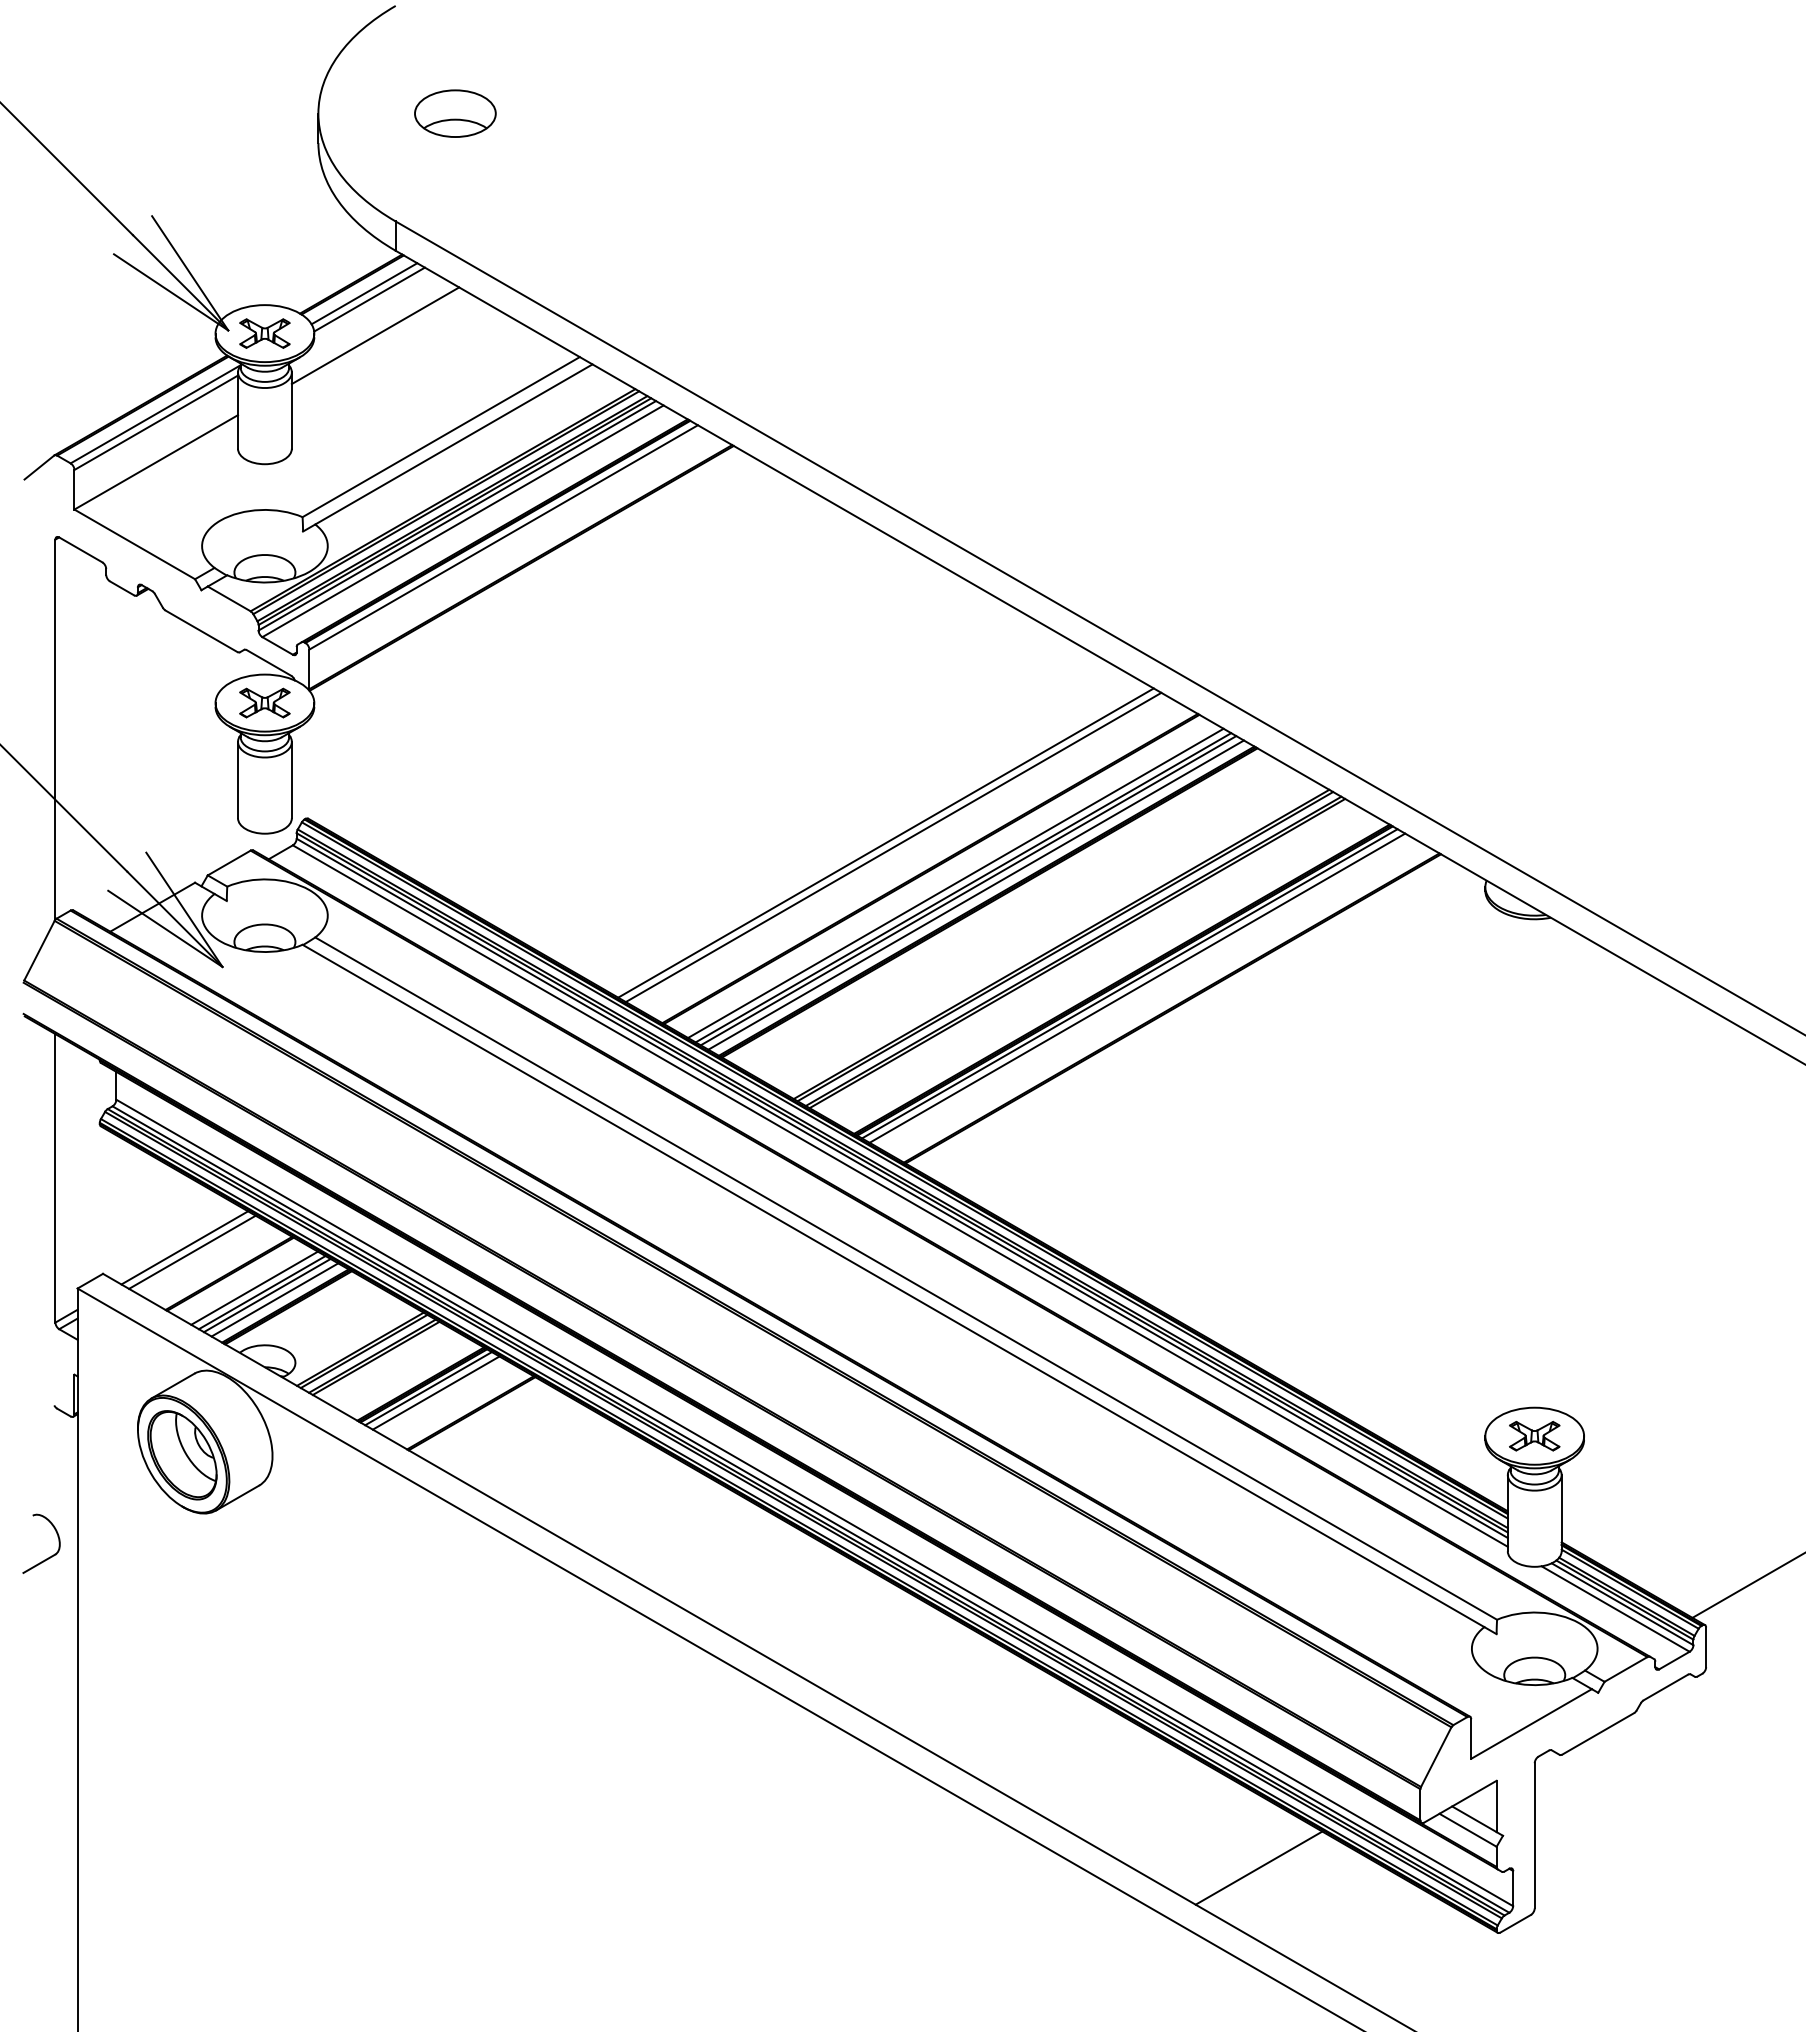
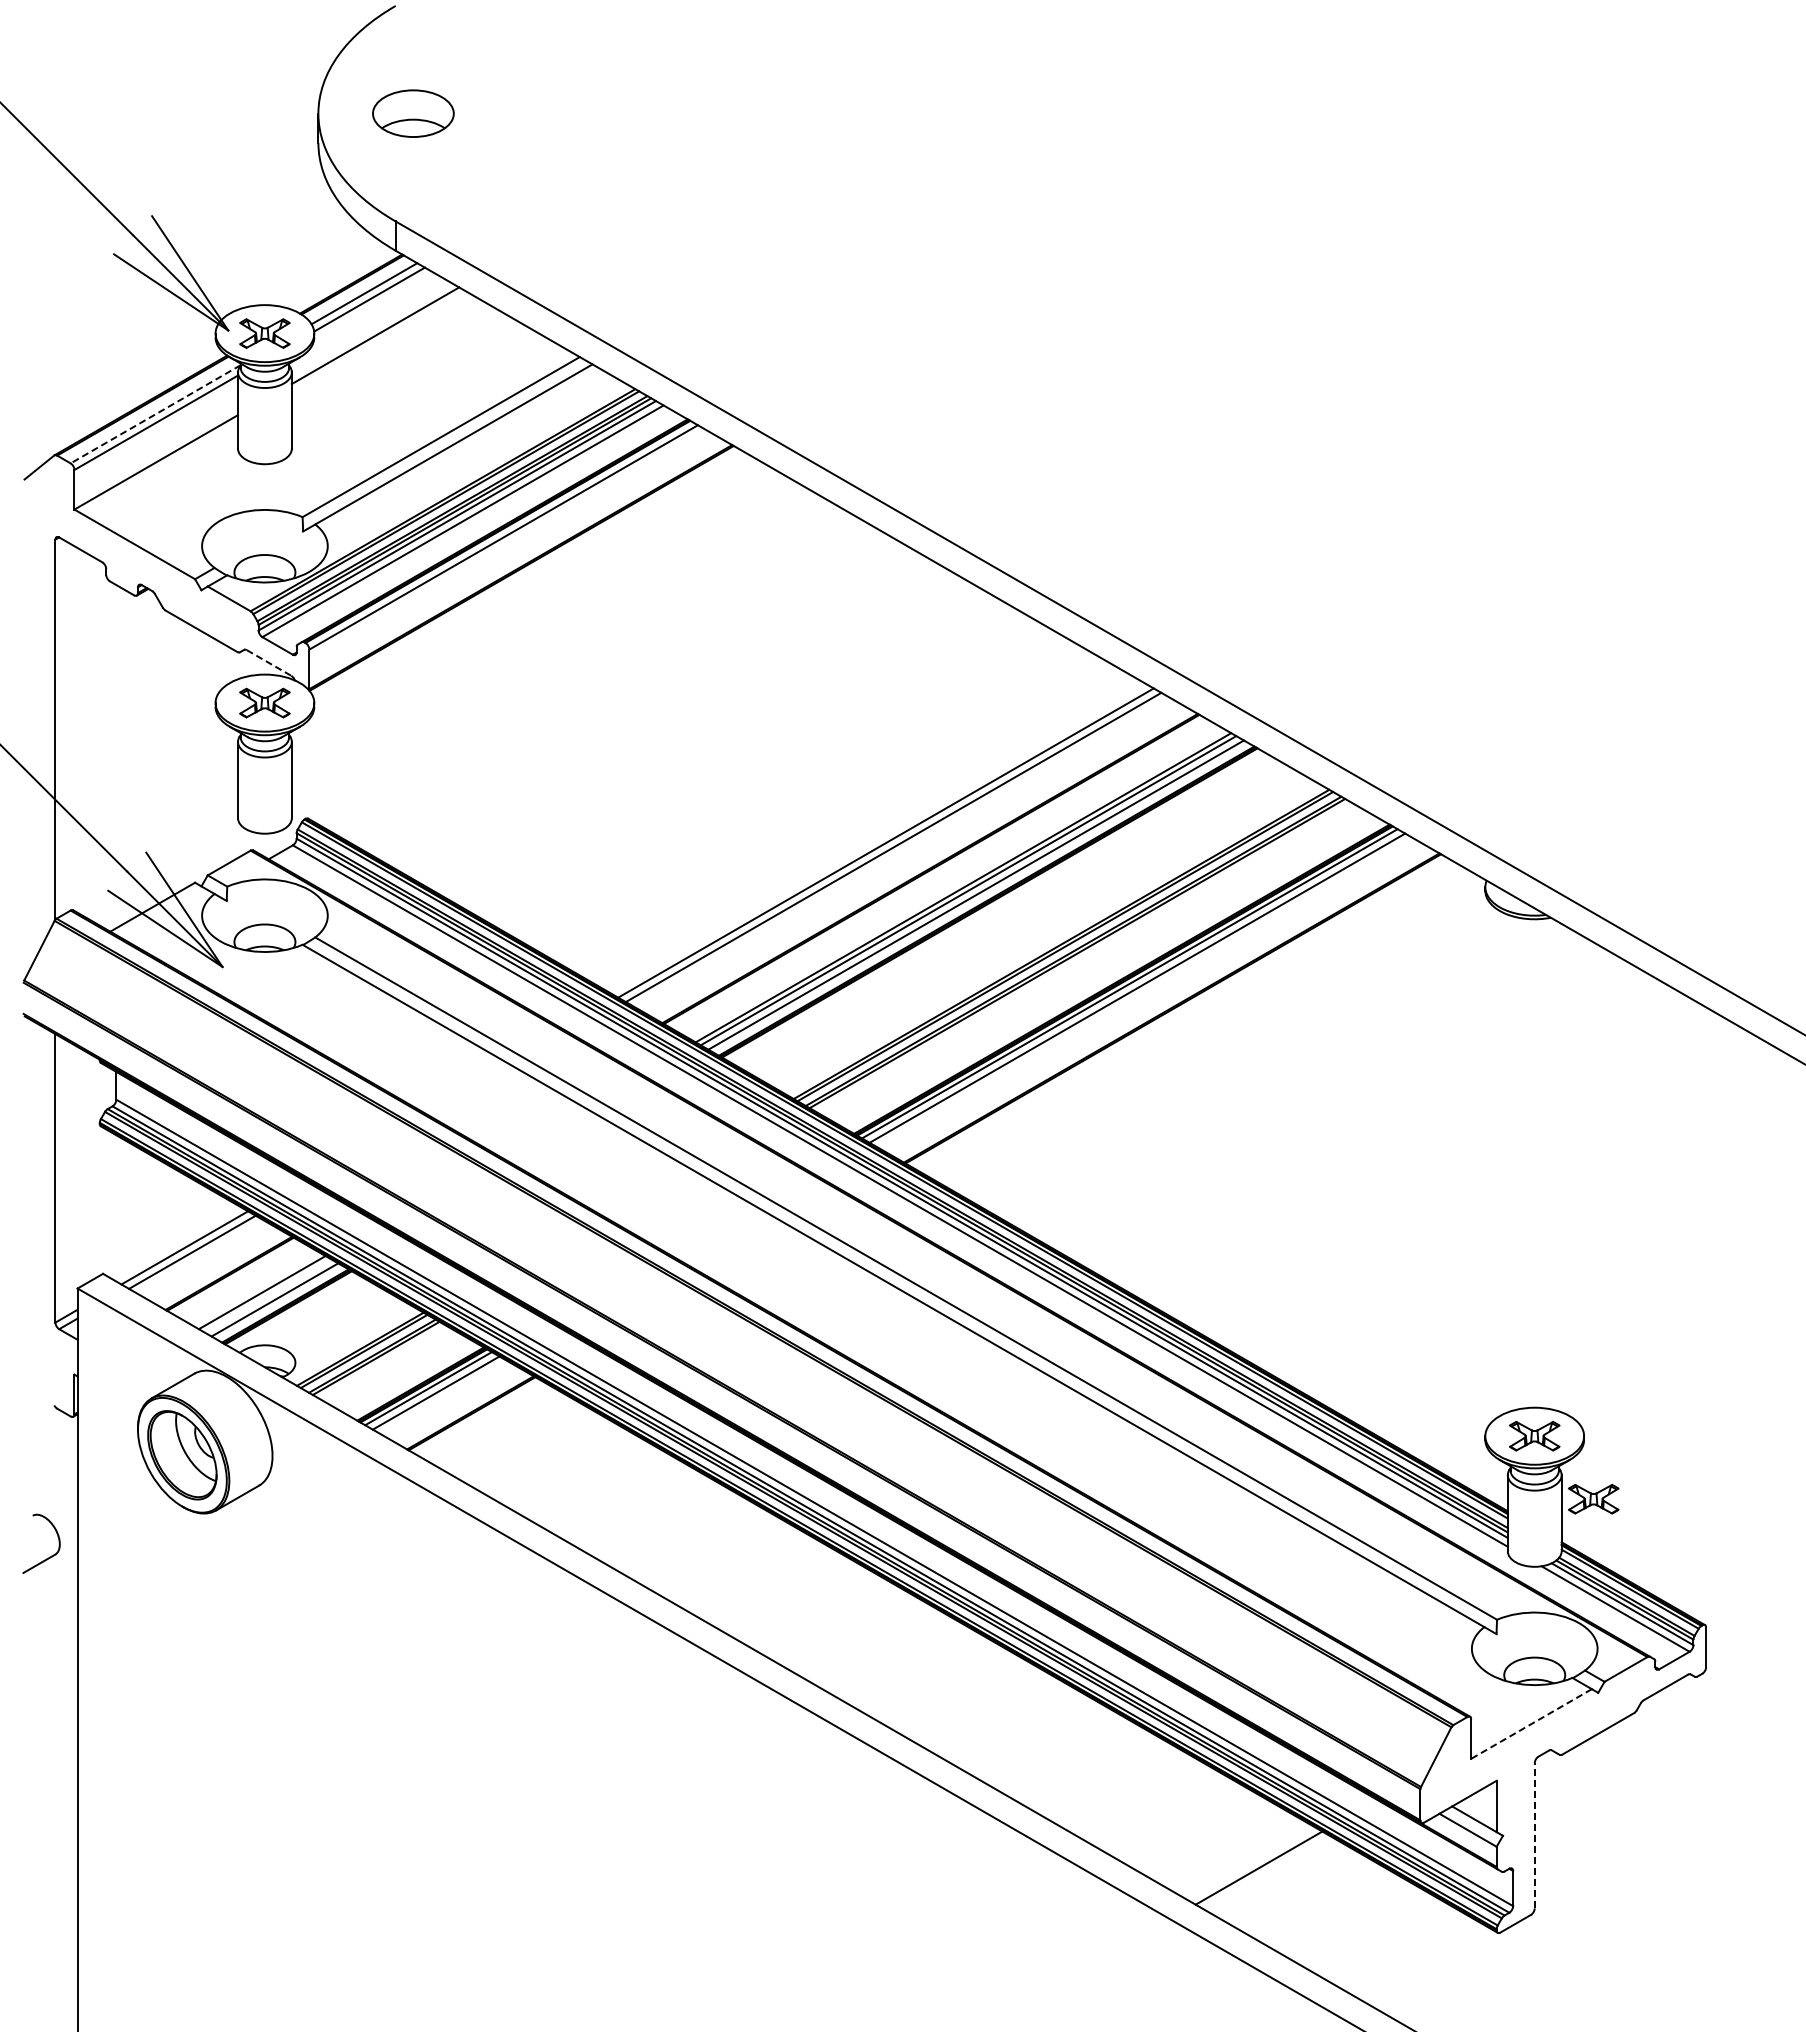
part at (455, 113) position: (455, 113) -> (413, 113)
line at (155, 414): solid -> dashed
line at (269, 662): solid -> dashed
line at (955, 882): present -> none
line at (254, 1287): present -> none
line at (266, 1295): present -> none
part at (1593, 1499): none -> present
line at (1747, 1585): present -> none
line at (1531, 1723): solid -> dashed
line at (1534, 1835): solid -> dashed
